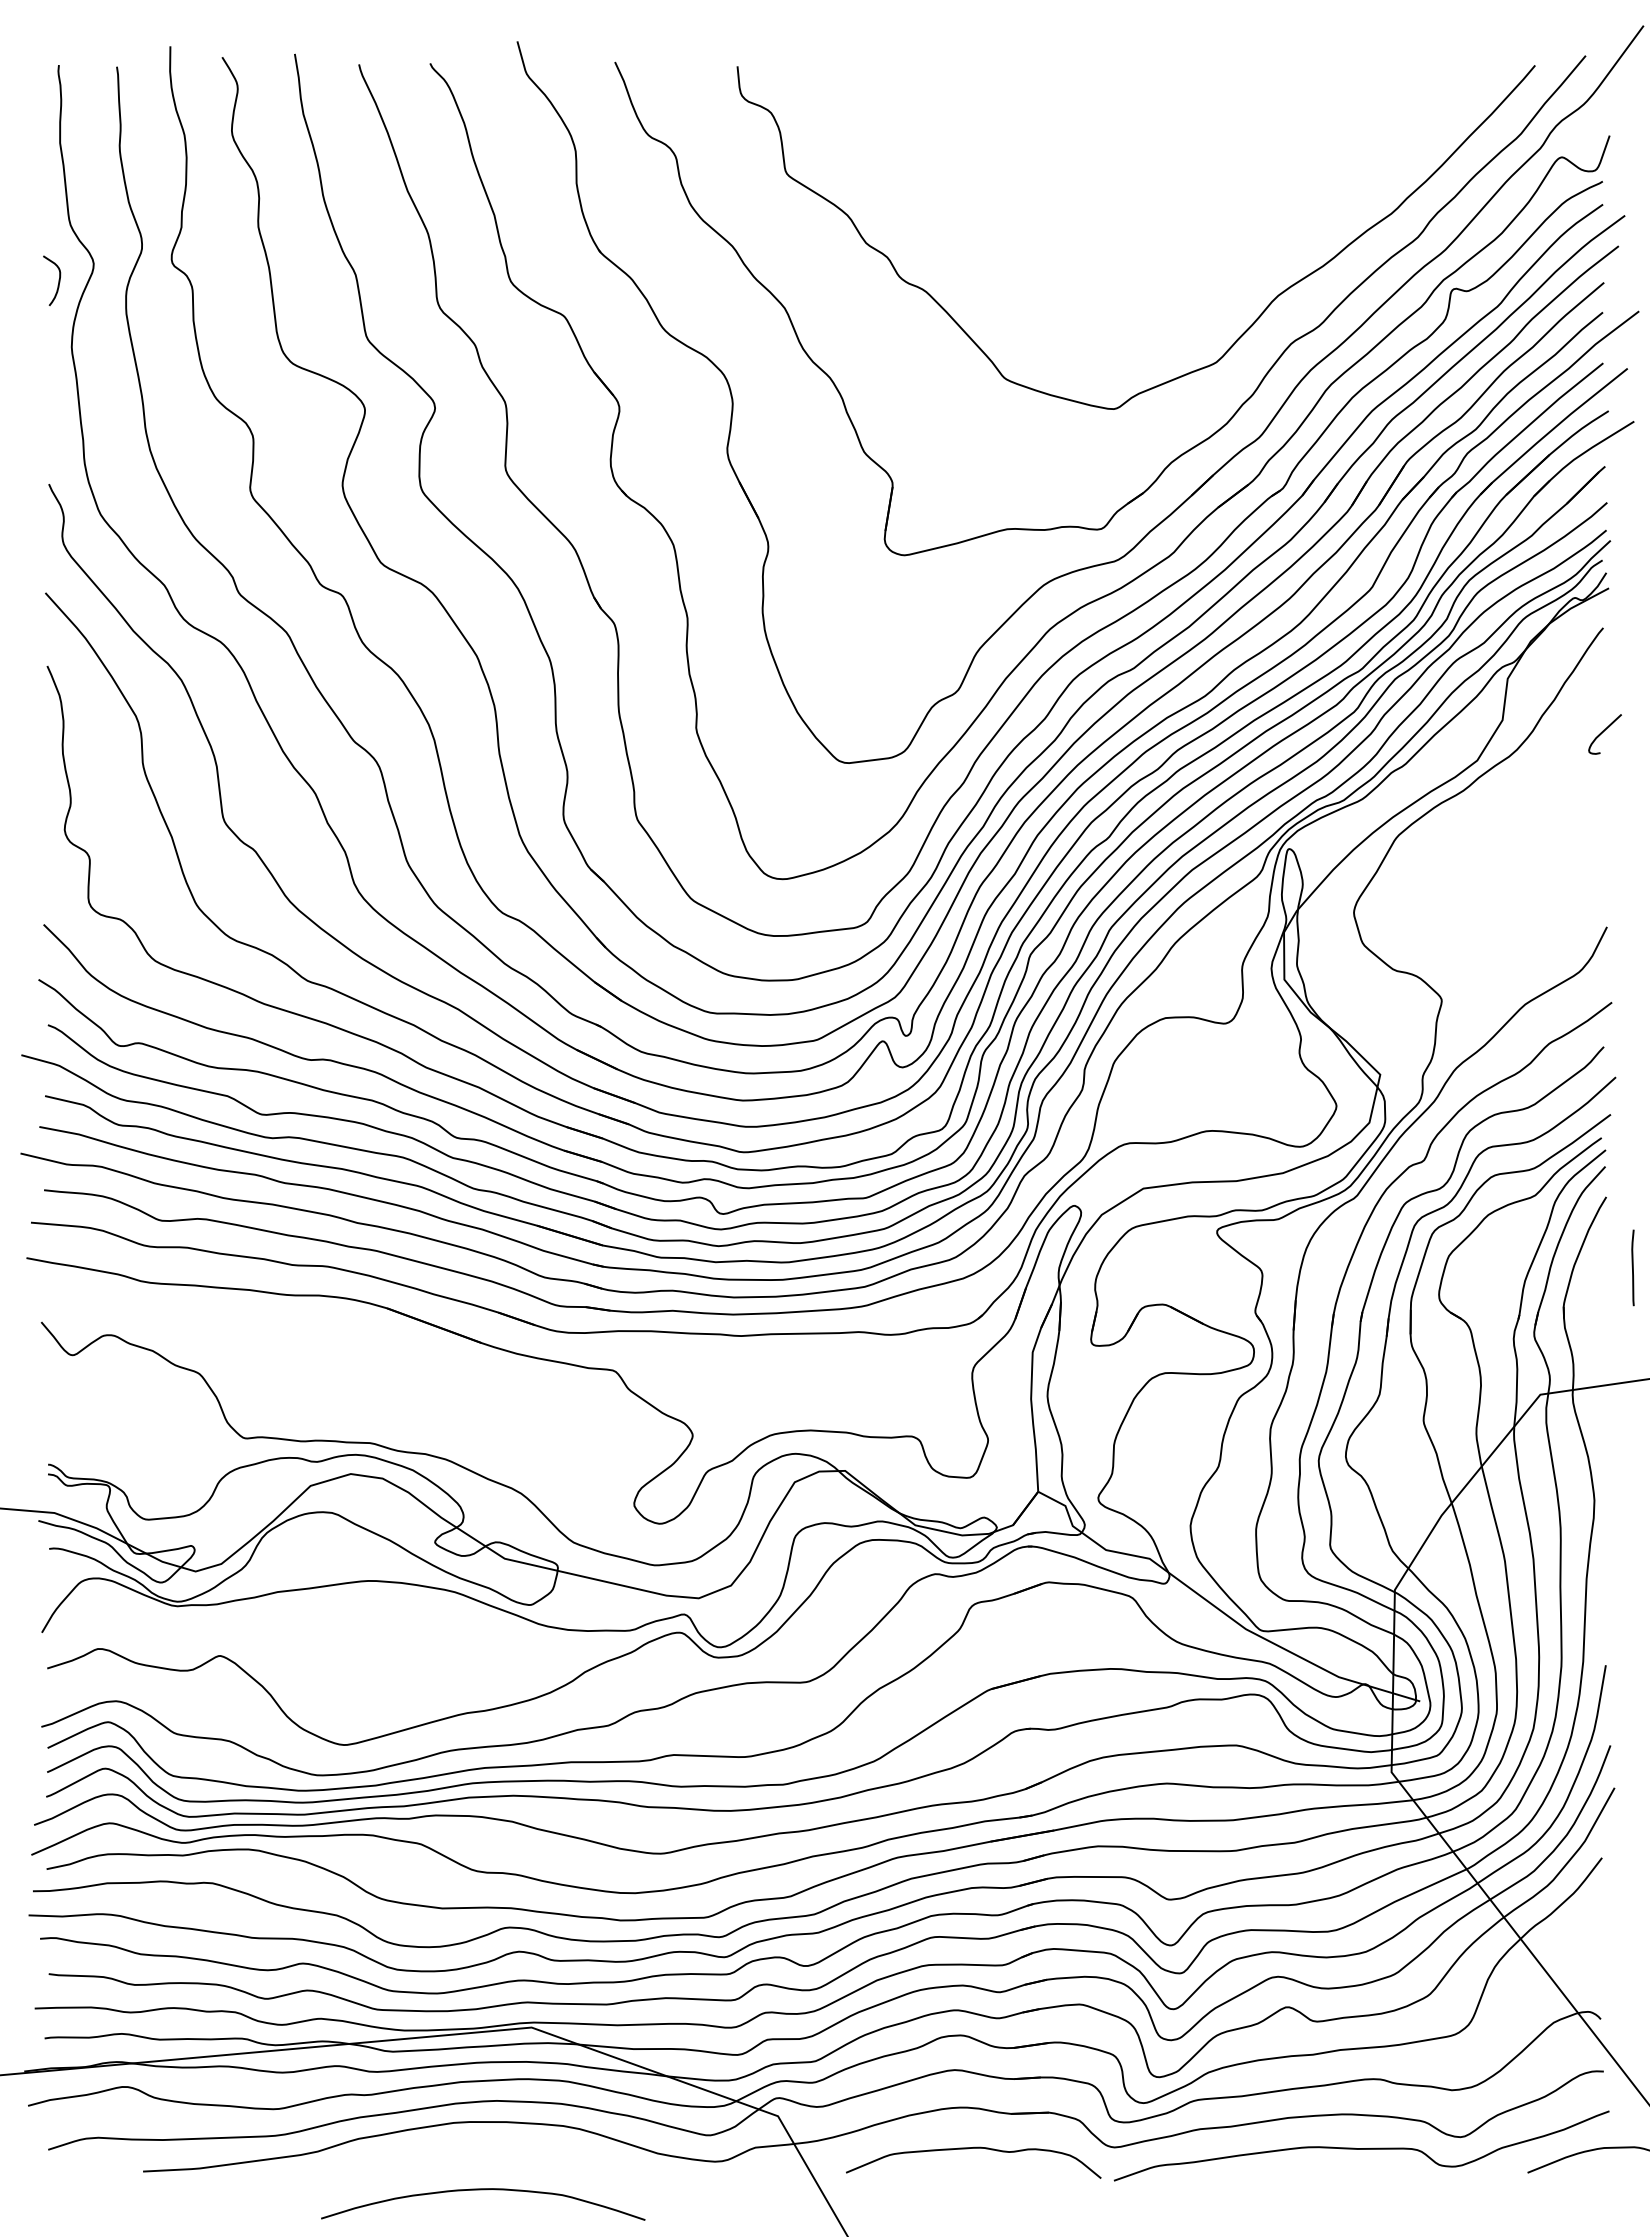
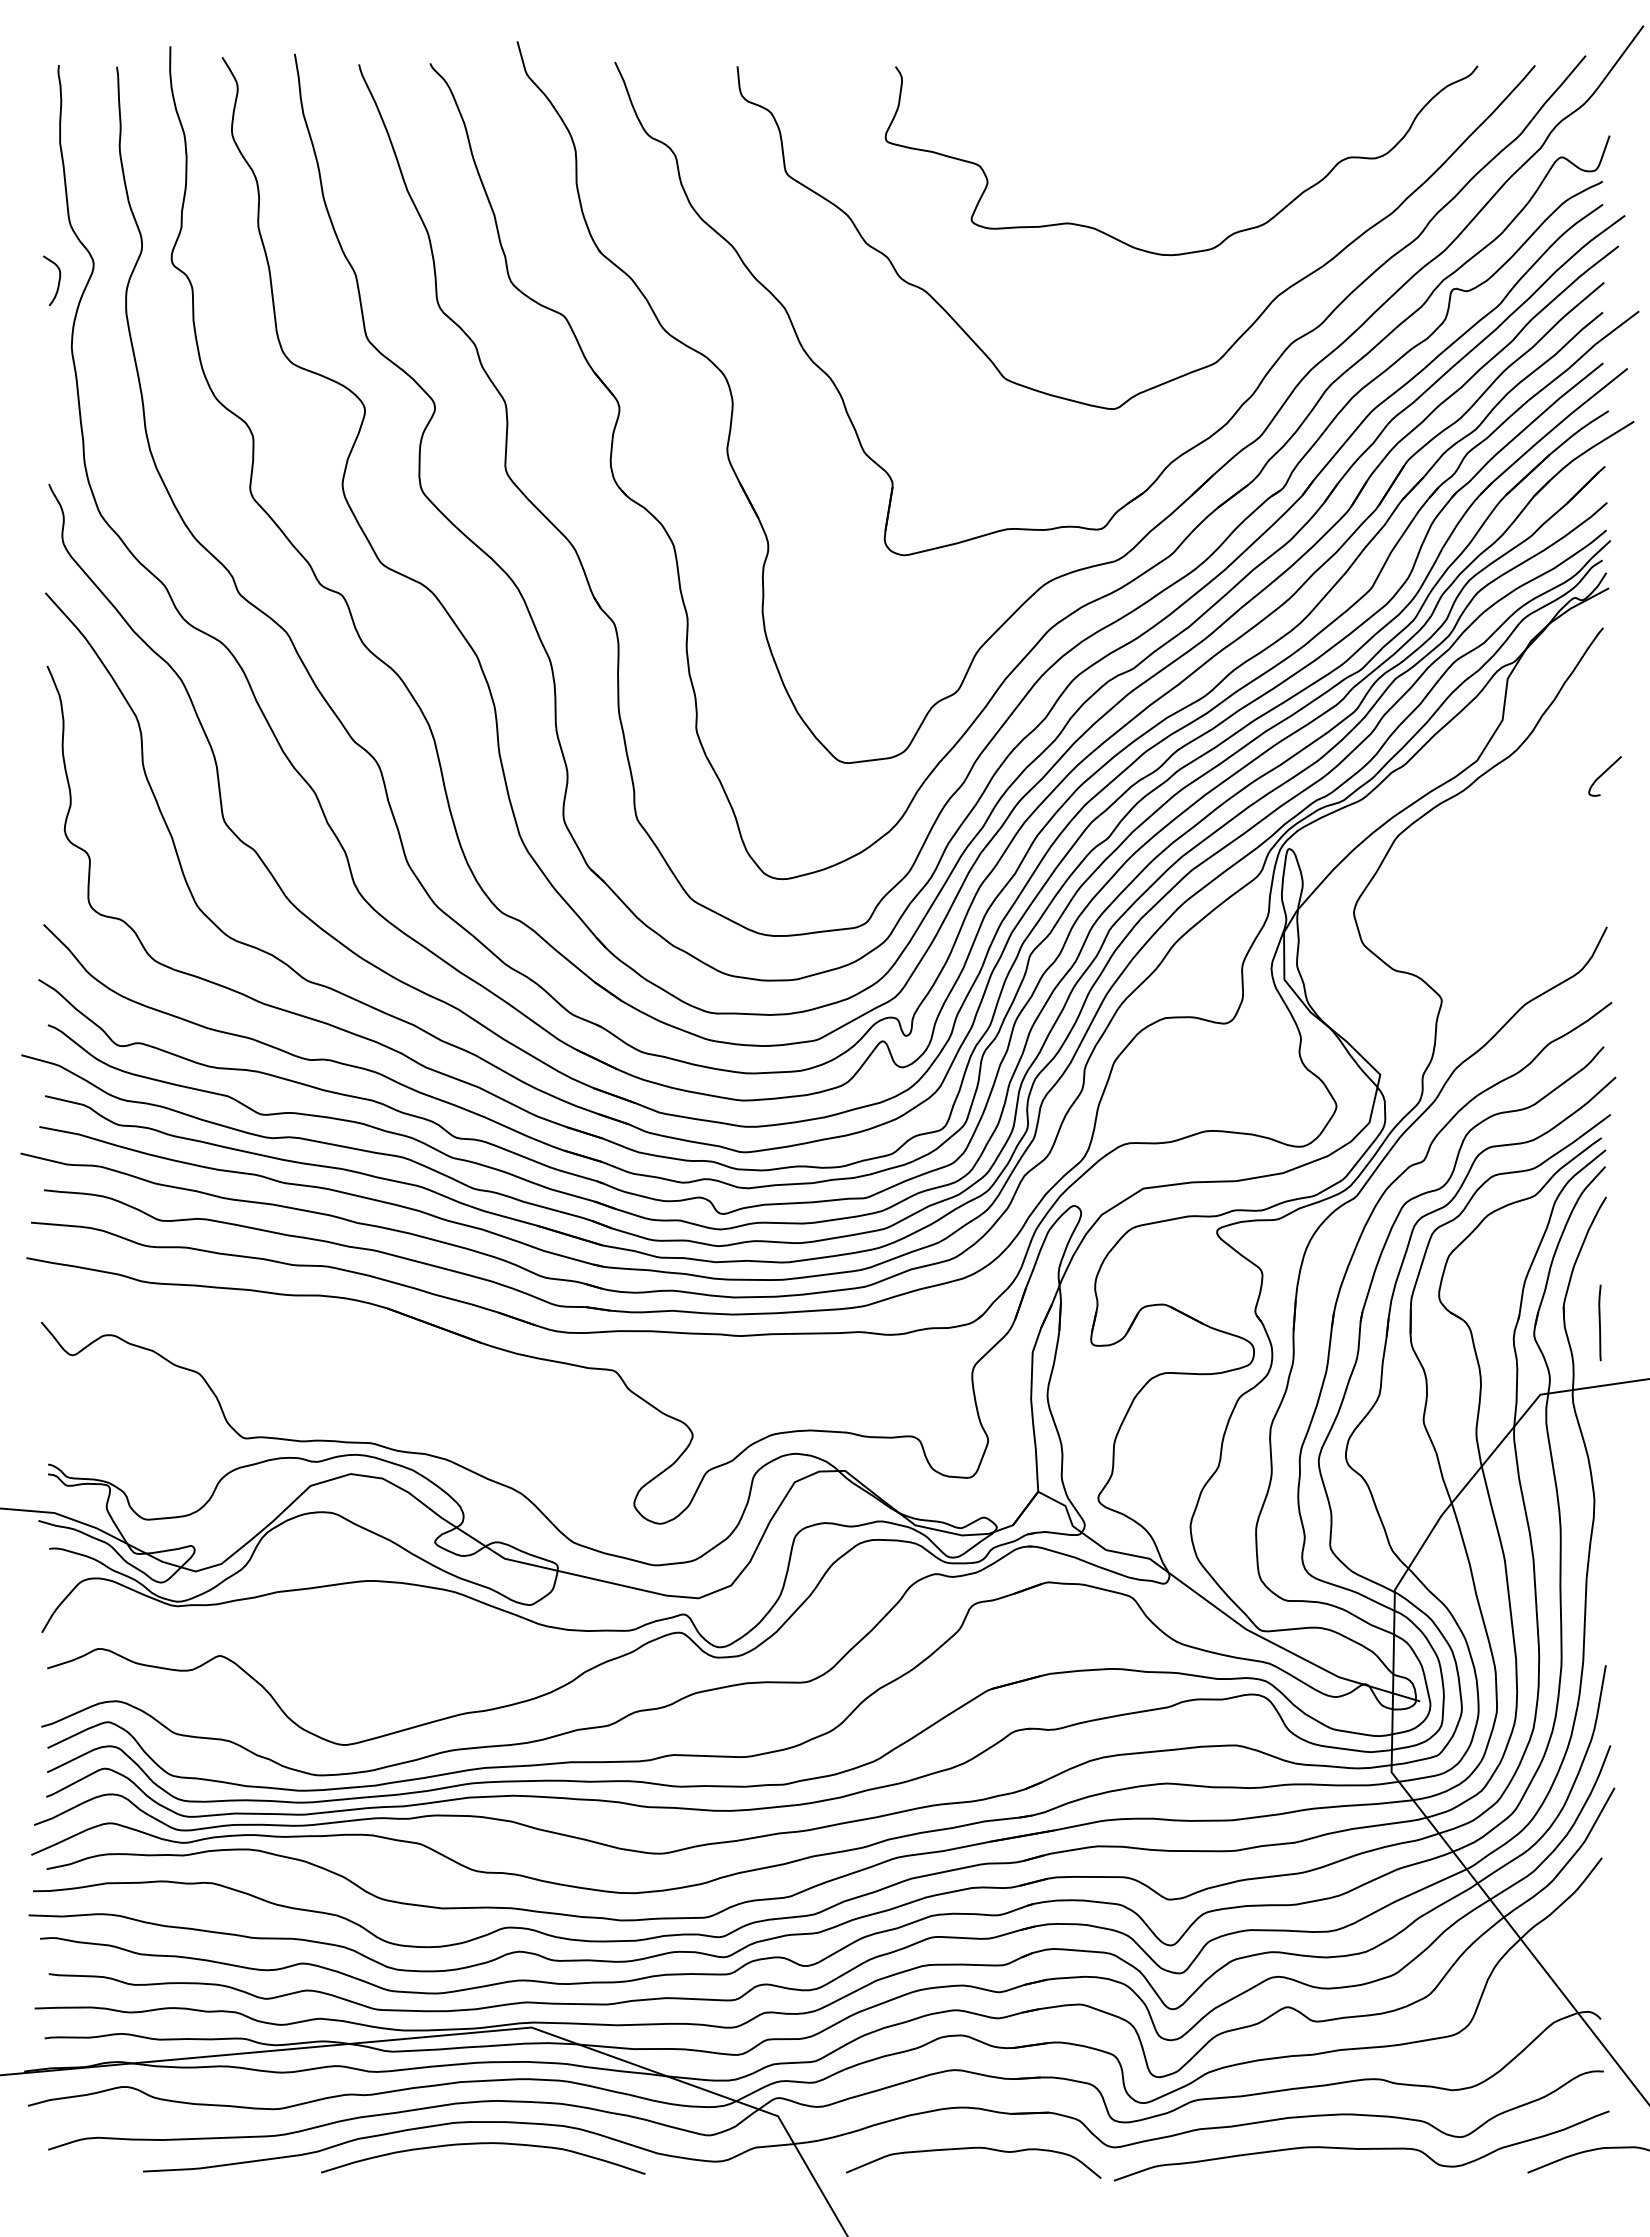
curve at (1228, 235): none -> present
curve at (1603, 732) position: (1603, 732) -> (1603, 774)
line at (1632, 1267) position: (1632, 1267) -> (1599, 1322)
curve at (483, 2190) position: (483, 2190) -> (483, 2144)
